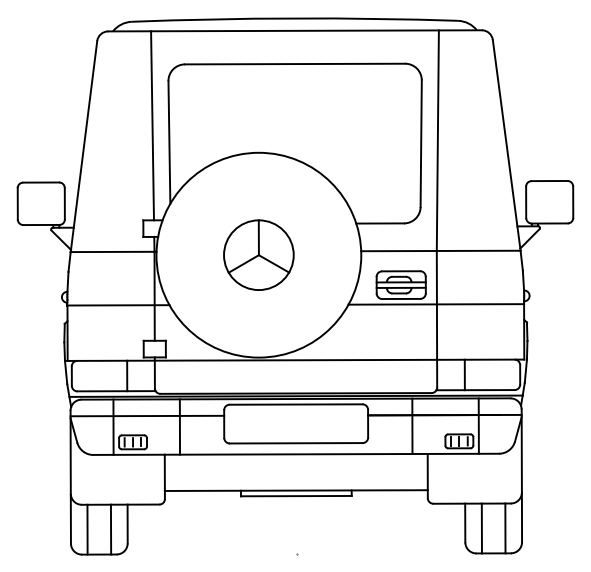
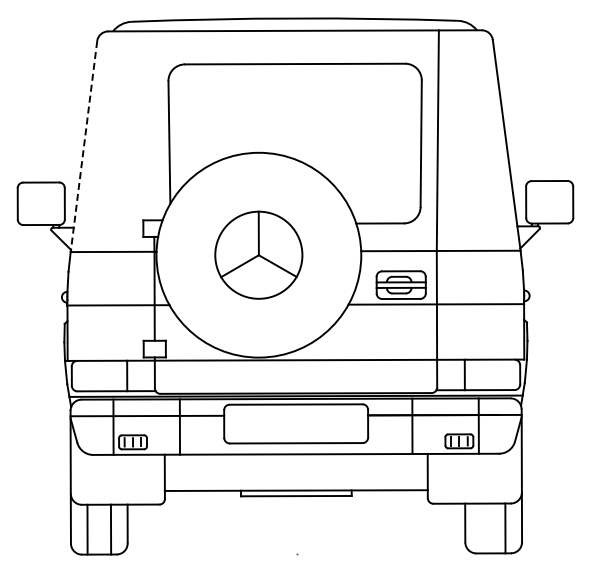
line at (152, 125): present -> none
line at (83, 147): solid -> dashed
part at (258, 254) size: 72x72 px -> 90x90 px
line at (481, 528): present -> none
